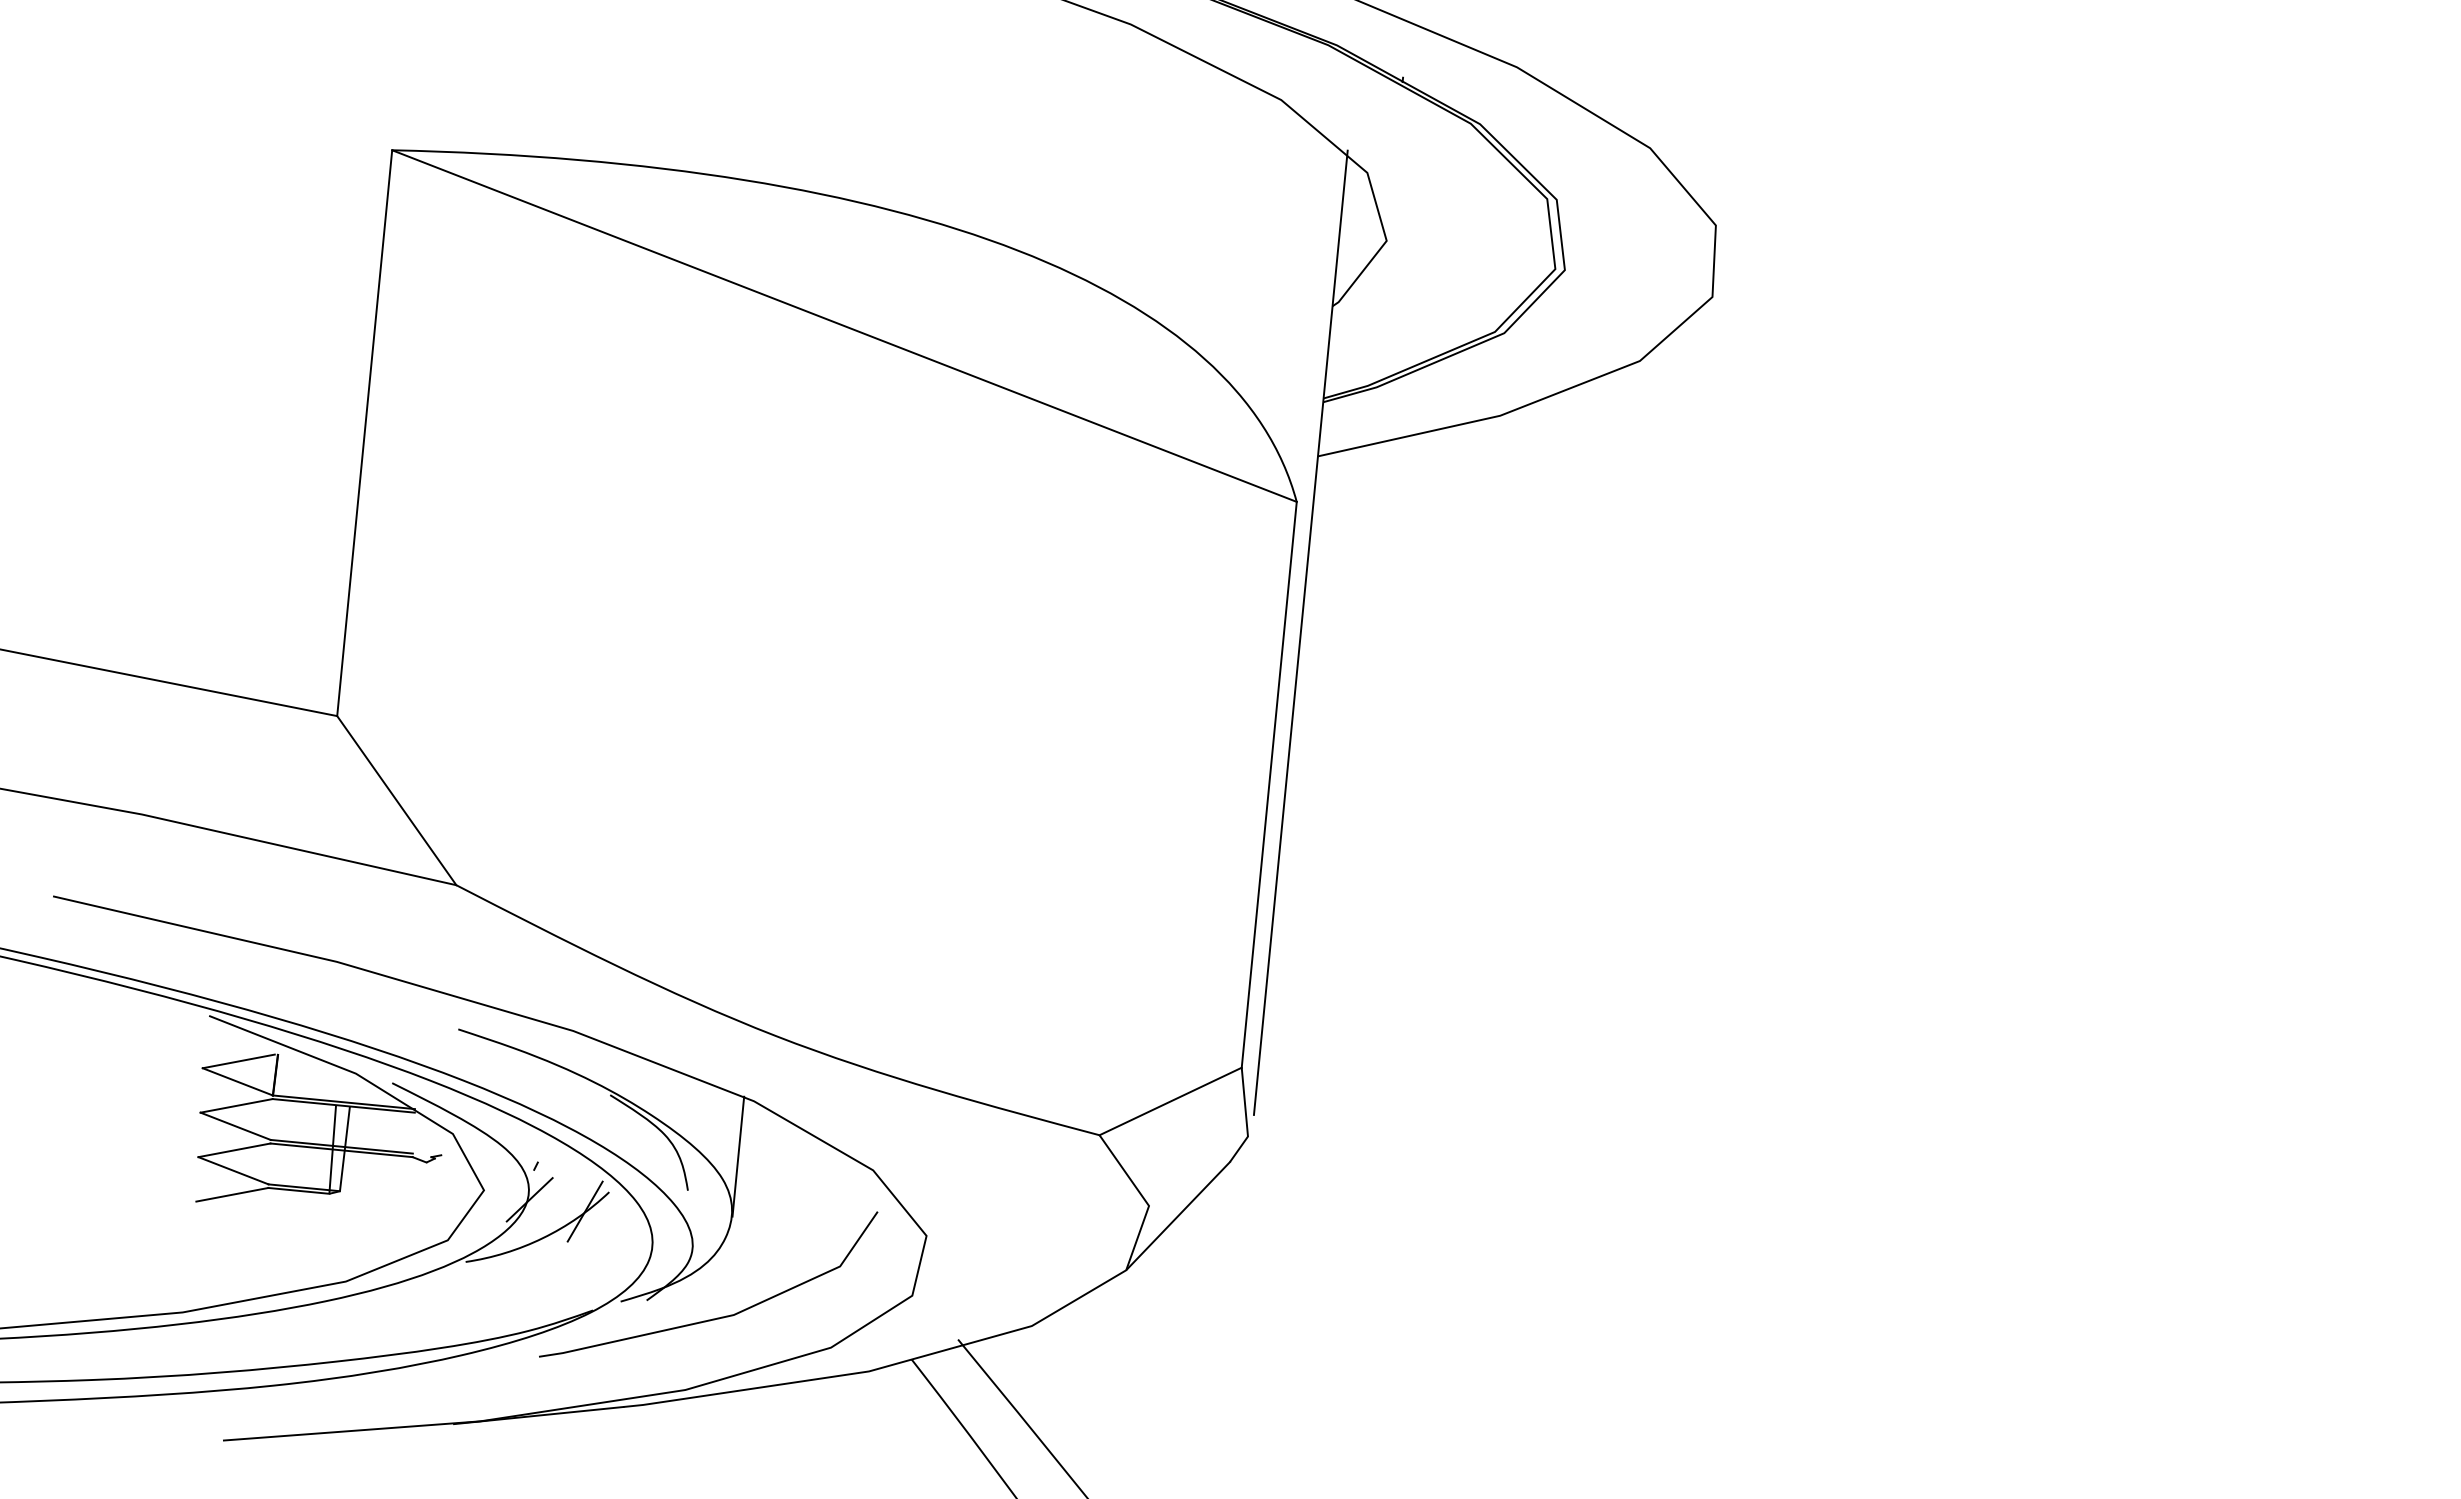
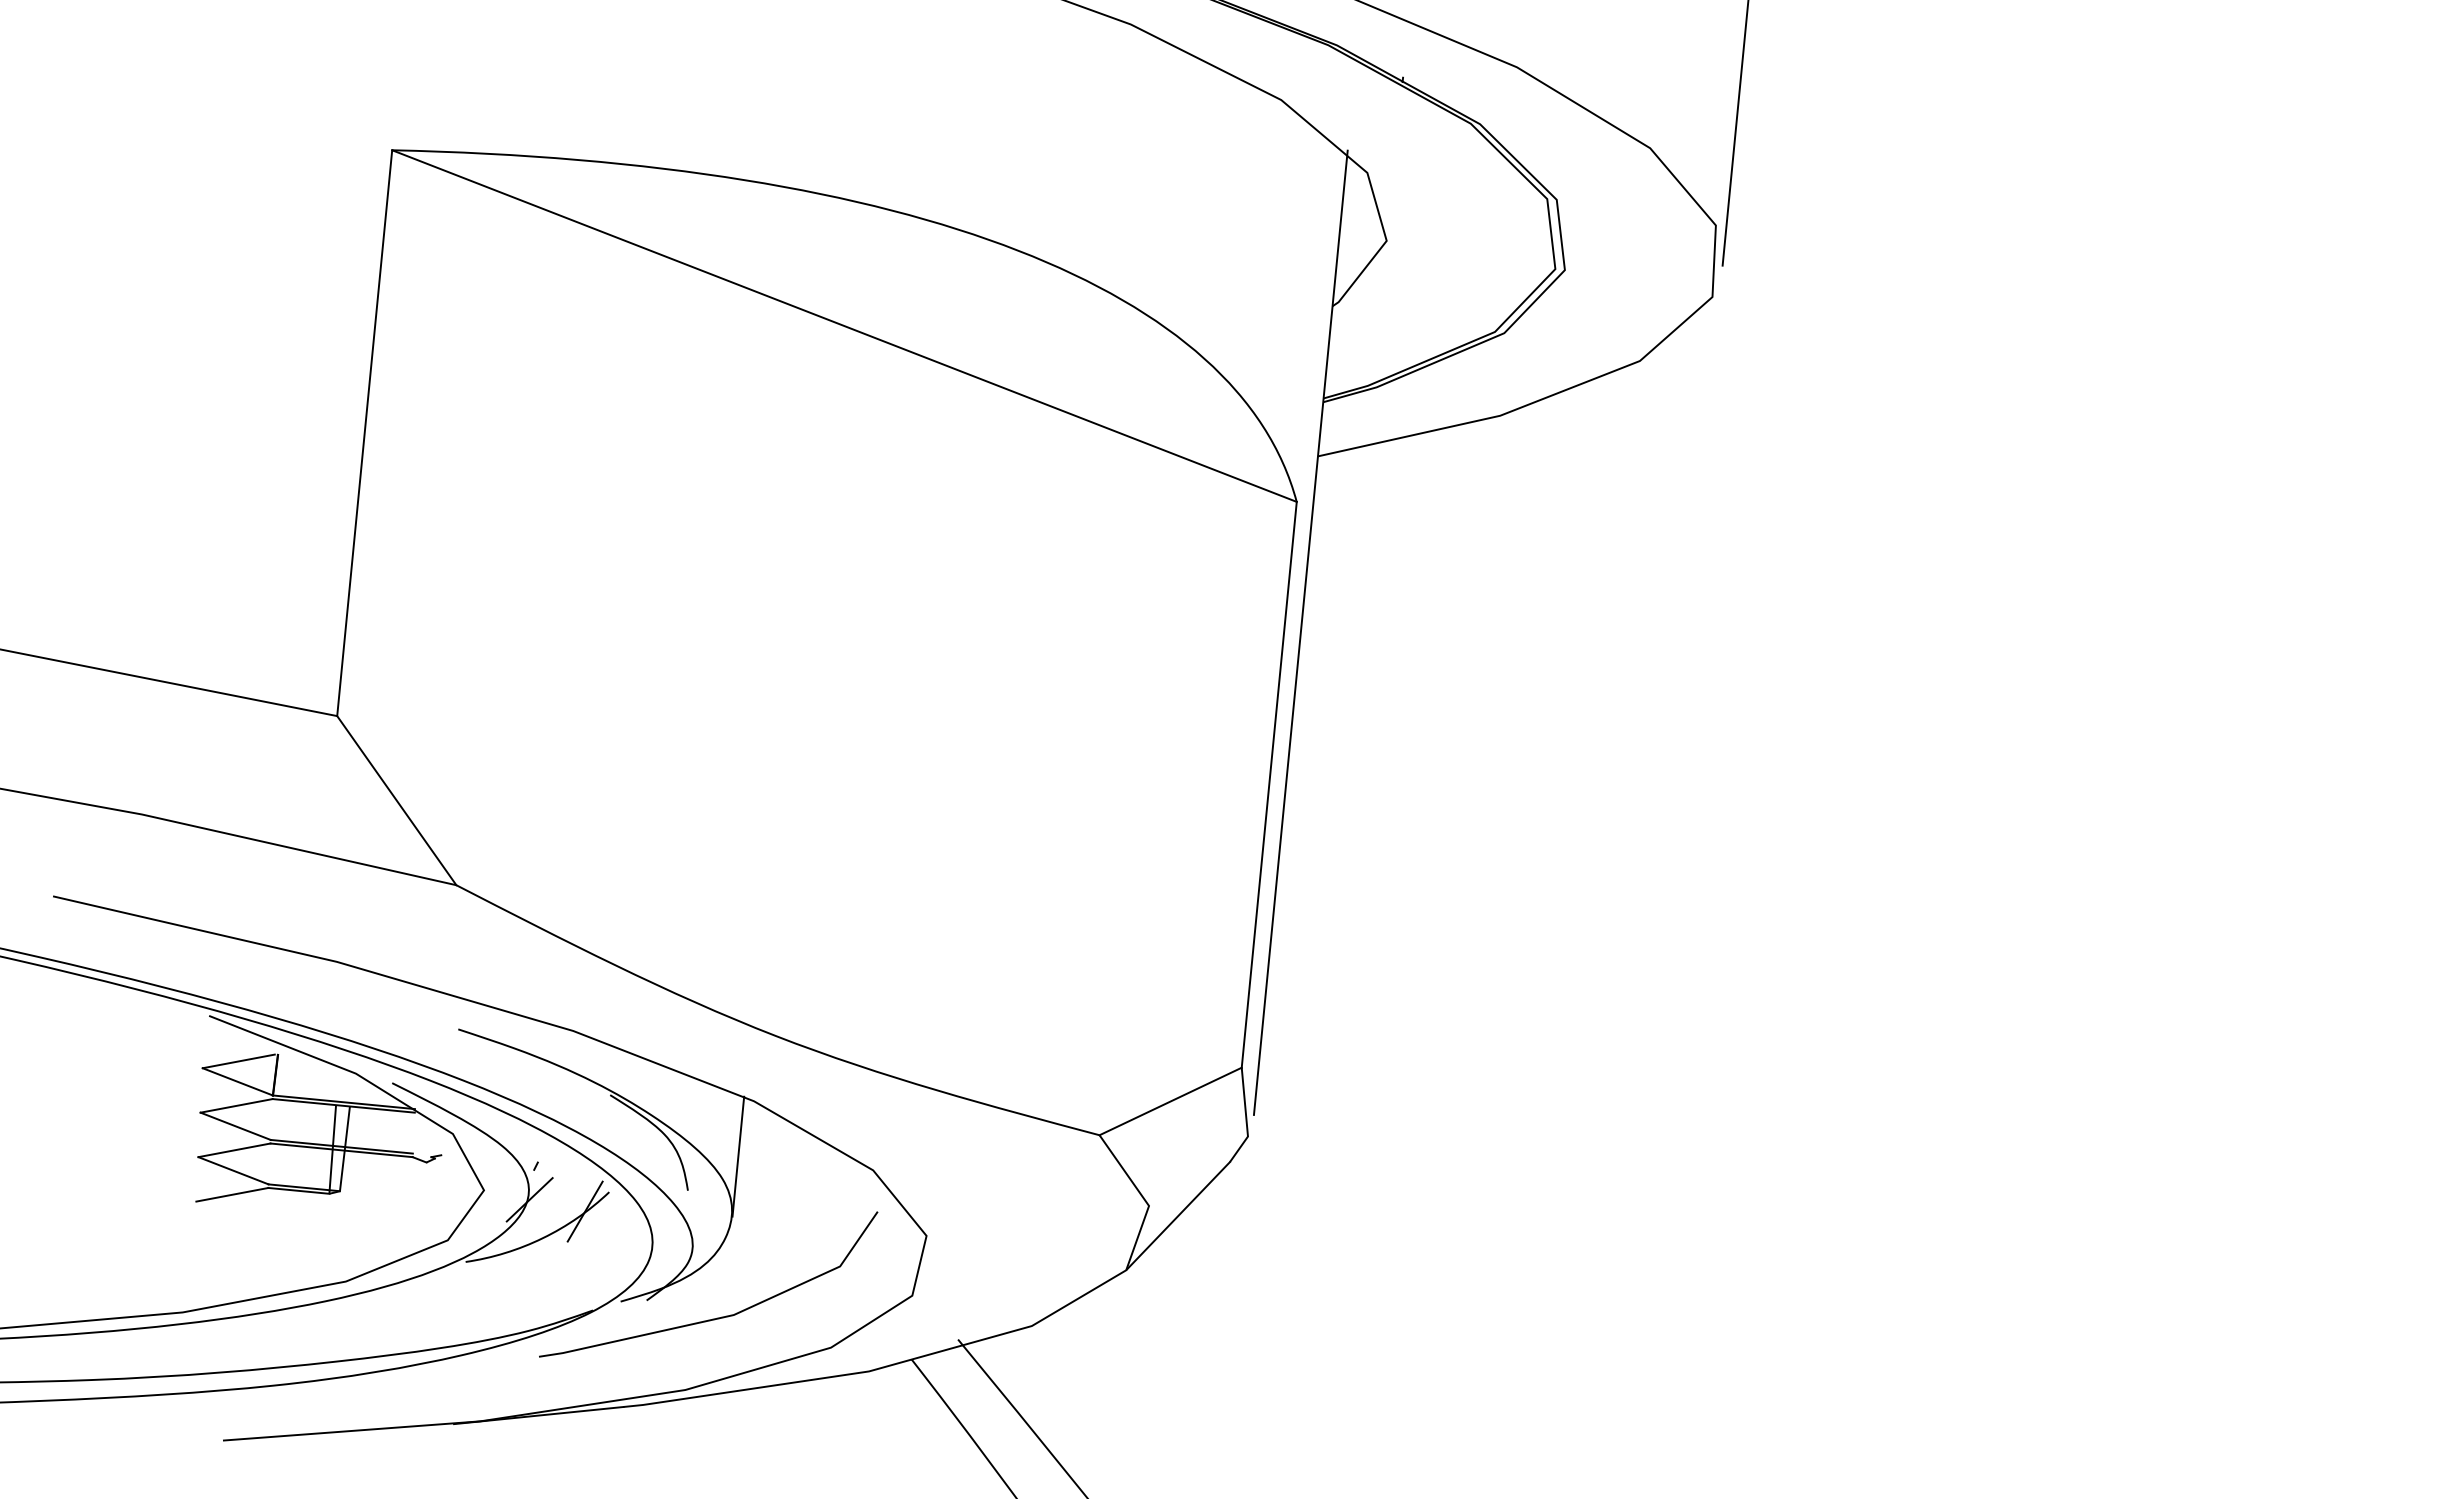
line at (1735, 133): none -> present
